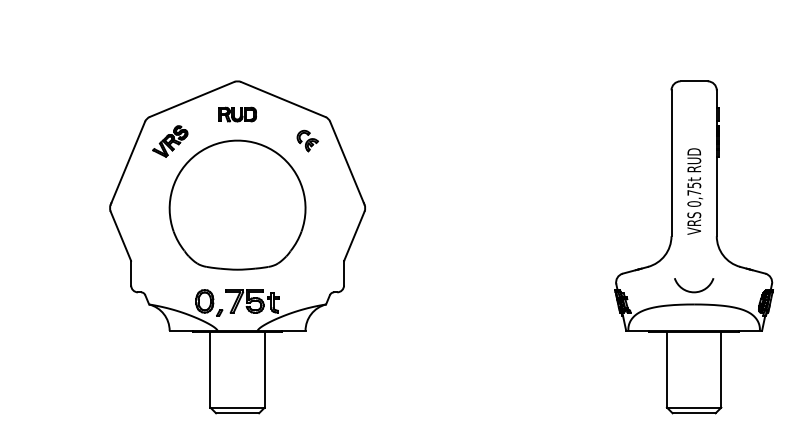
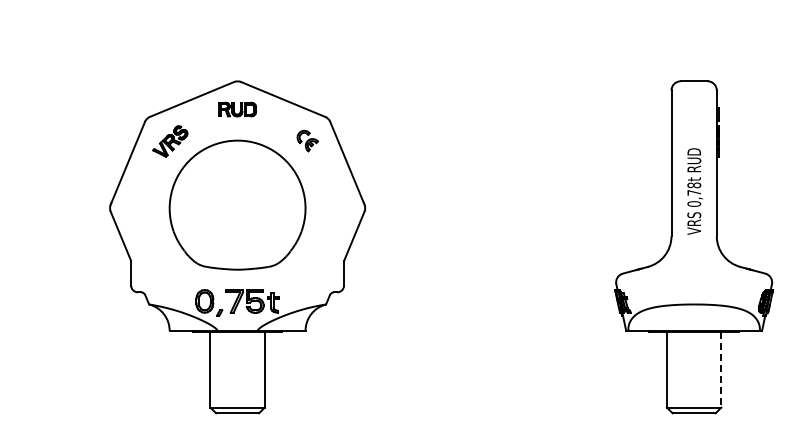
part at (237, 114) position: (237, 114) -> (237, 109)
text at (694, 185): 0,75t -> 0,78t
arc at (694, 291): present -> none
line at (721, 369): solid -> dashed
